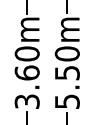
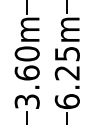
text at (66, 77): 5.50m -> 6.25m
